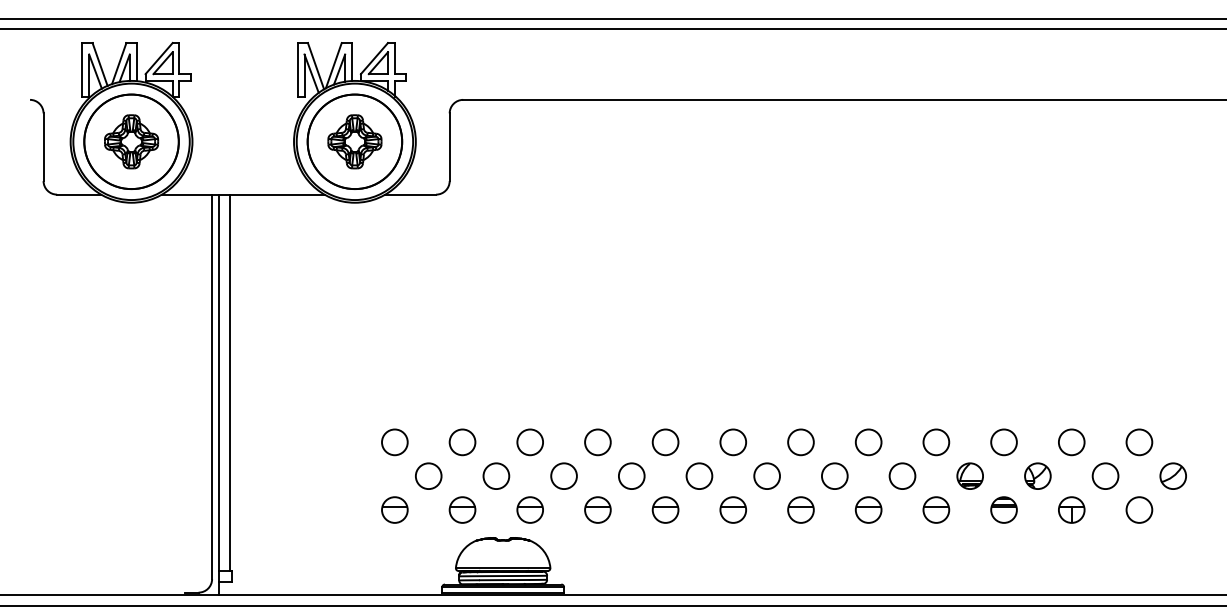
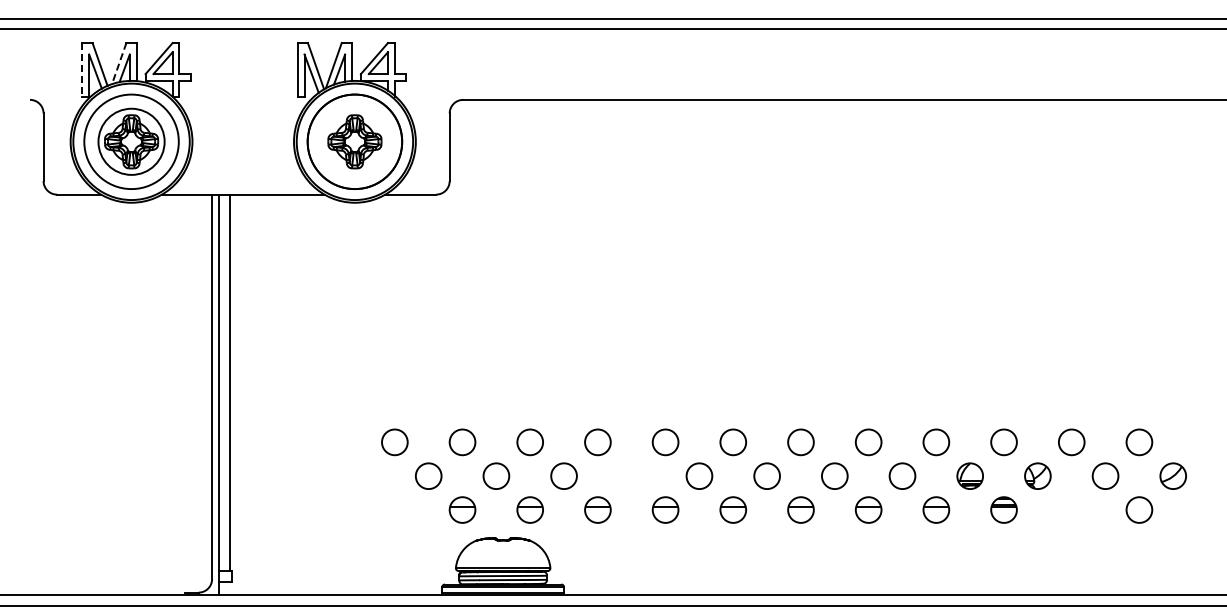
line at (119, 63): solid -> dashed
line at (82, 70): solid -> dashed
circle at (131, 141) diameter: 95 px -> 66 px
circle at (631, 475): present -> none
part at (394, 509): present -> none
part at (1071, 509): present -> none
